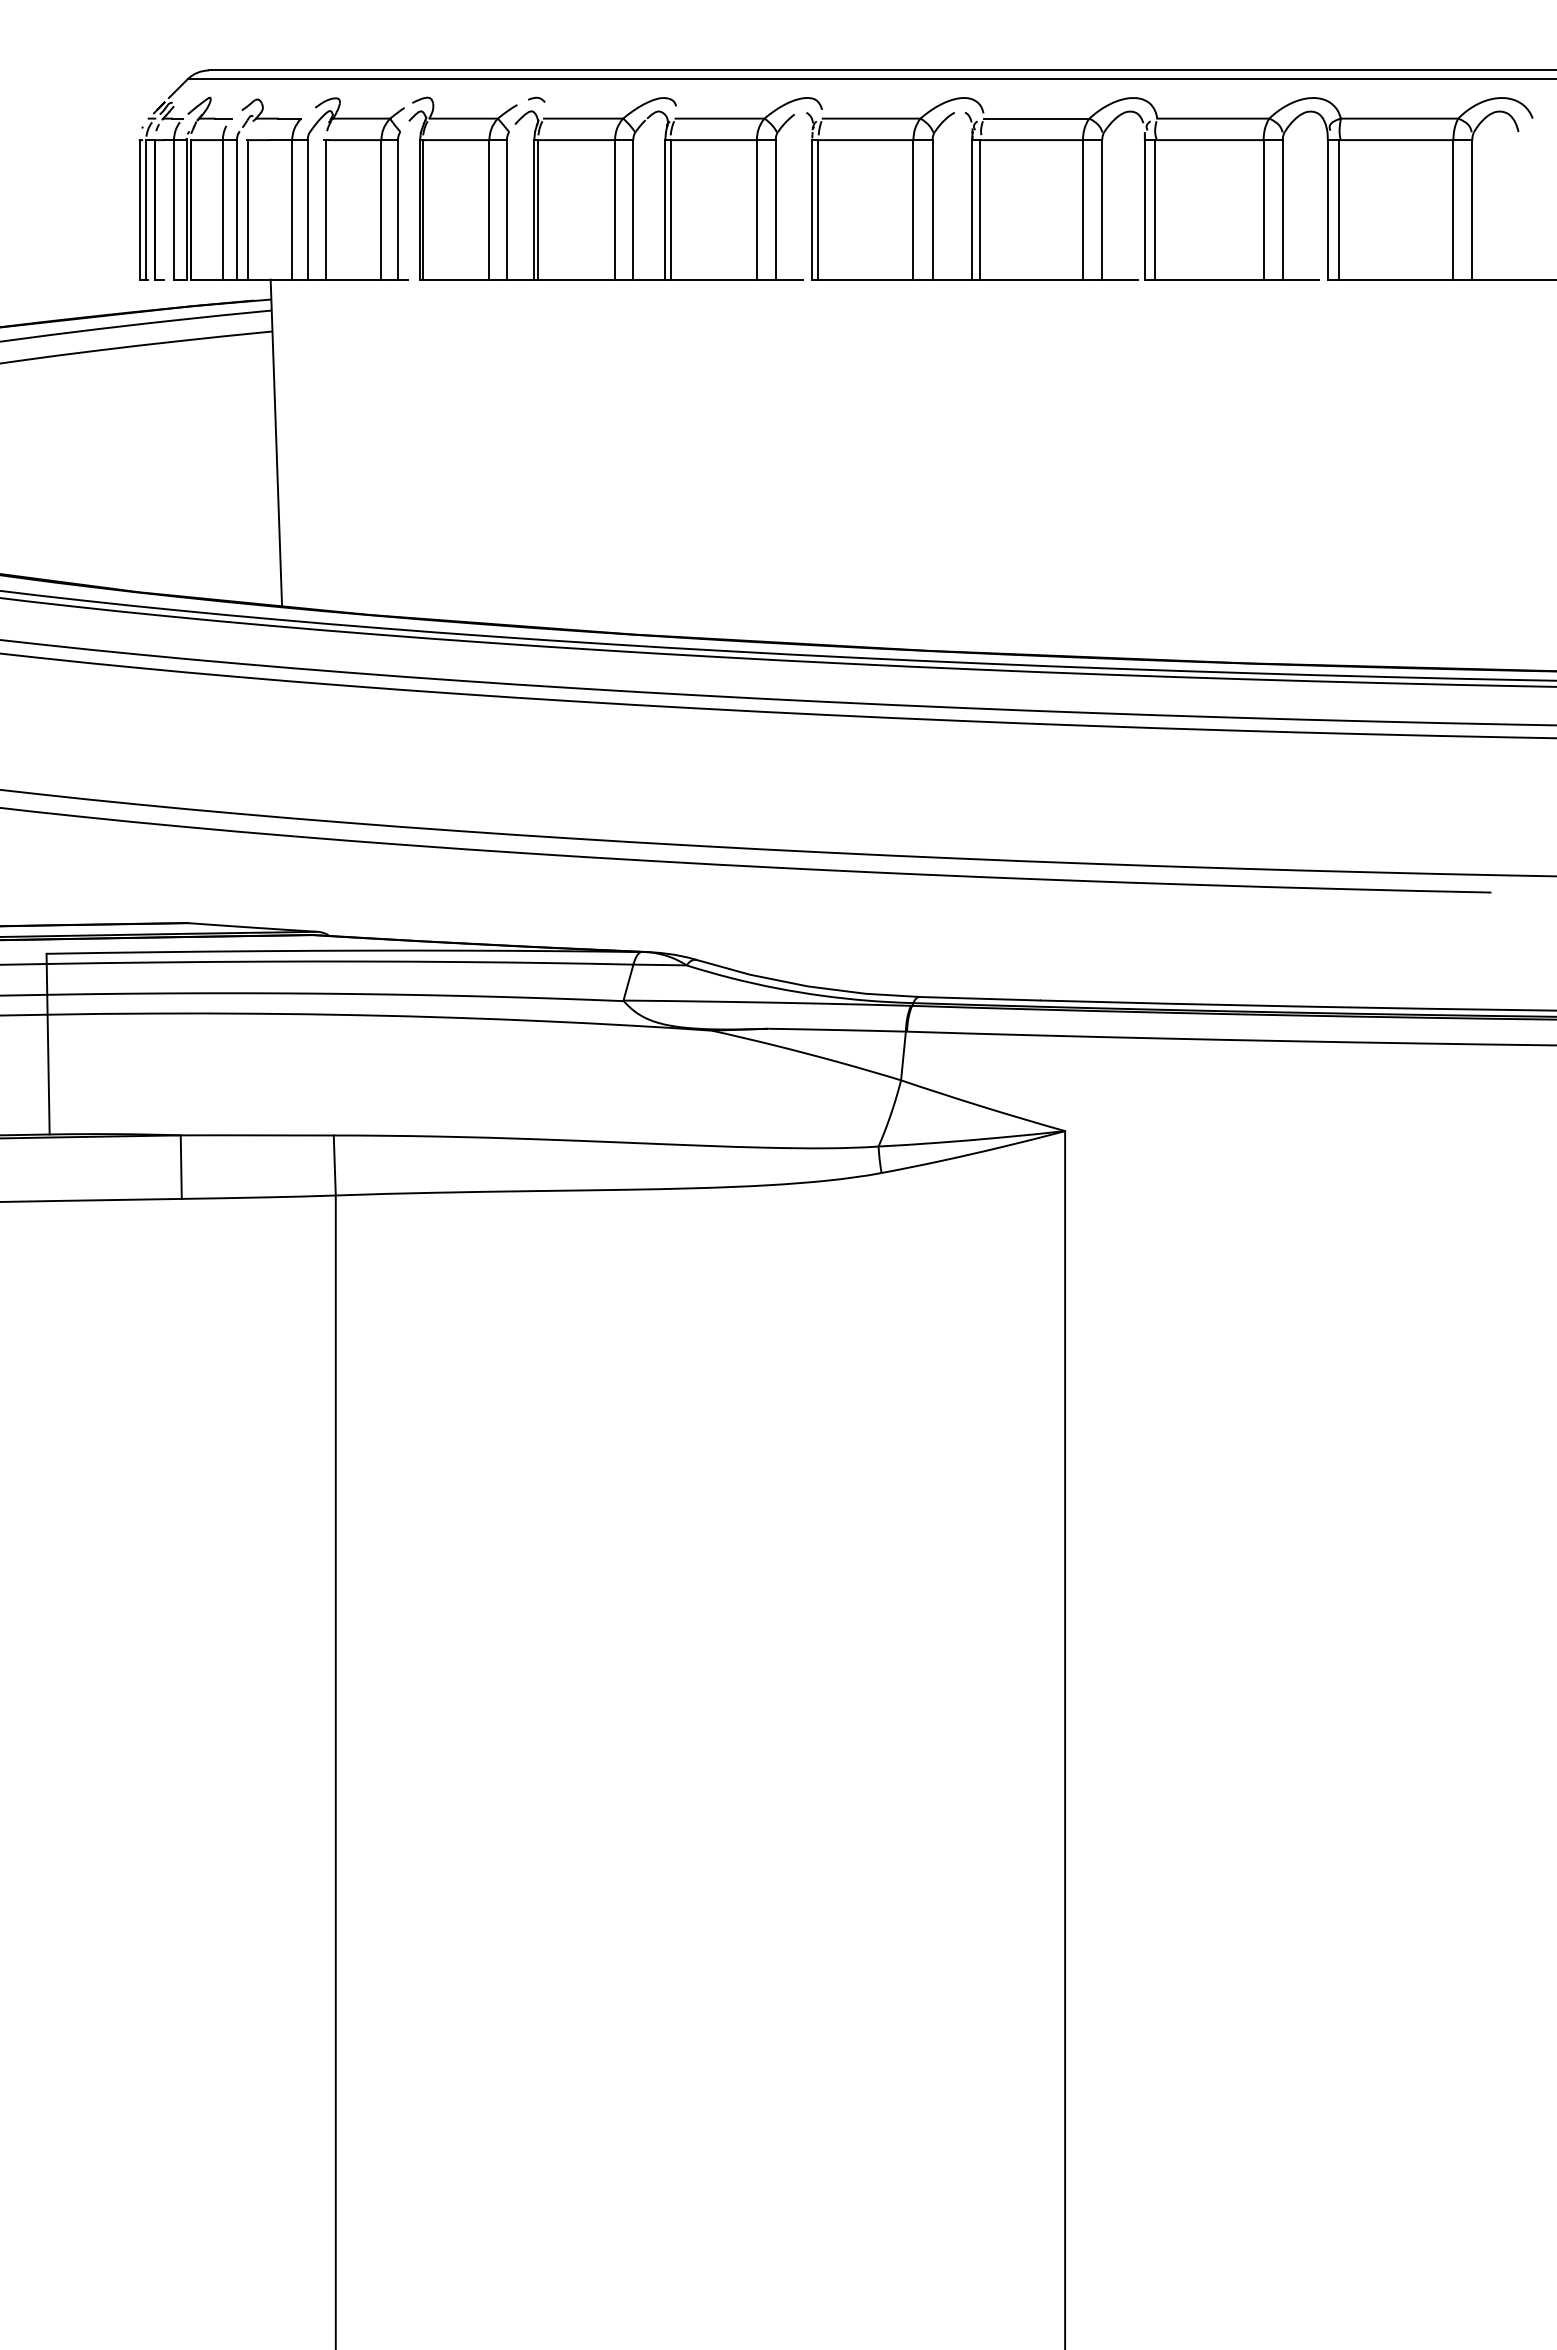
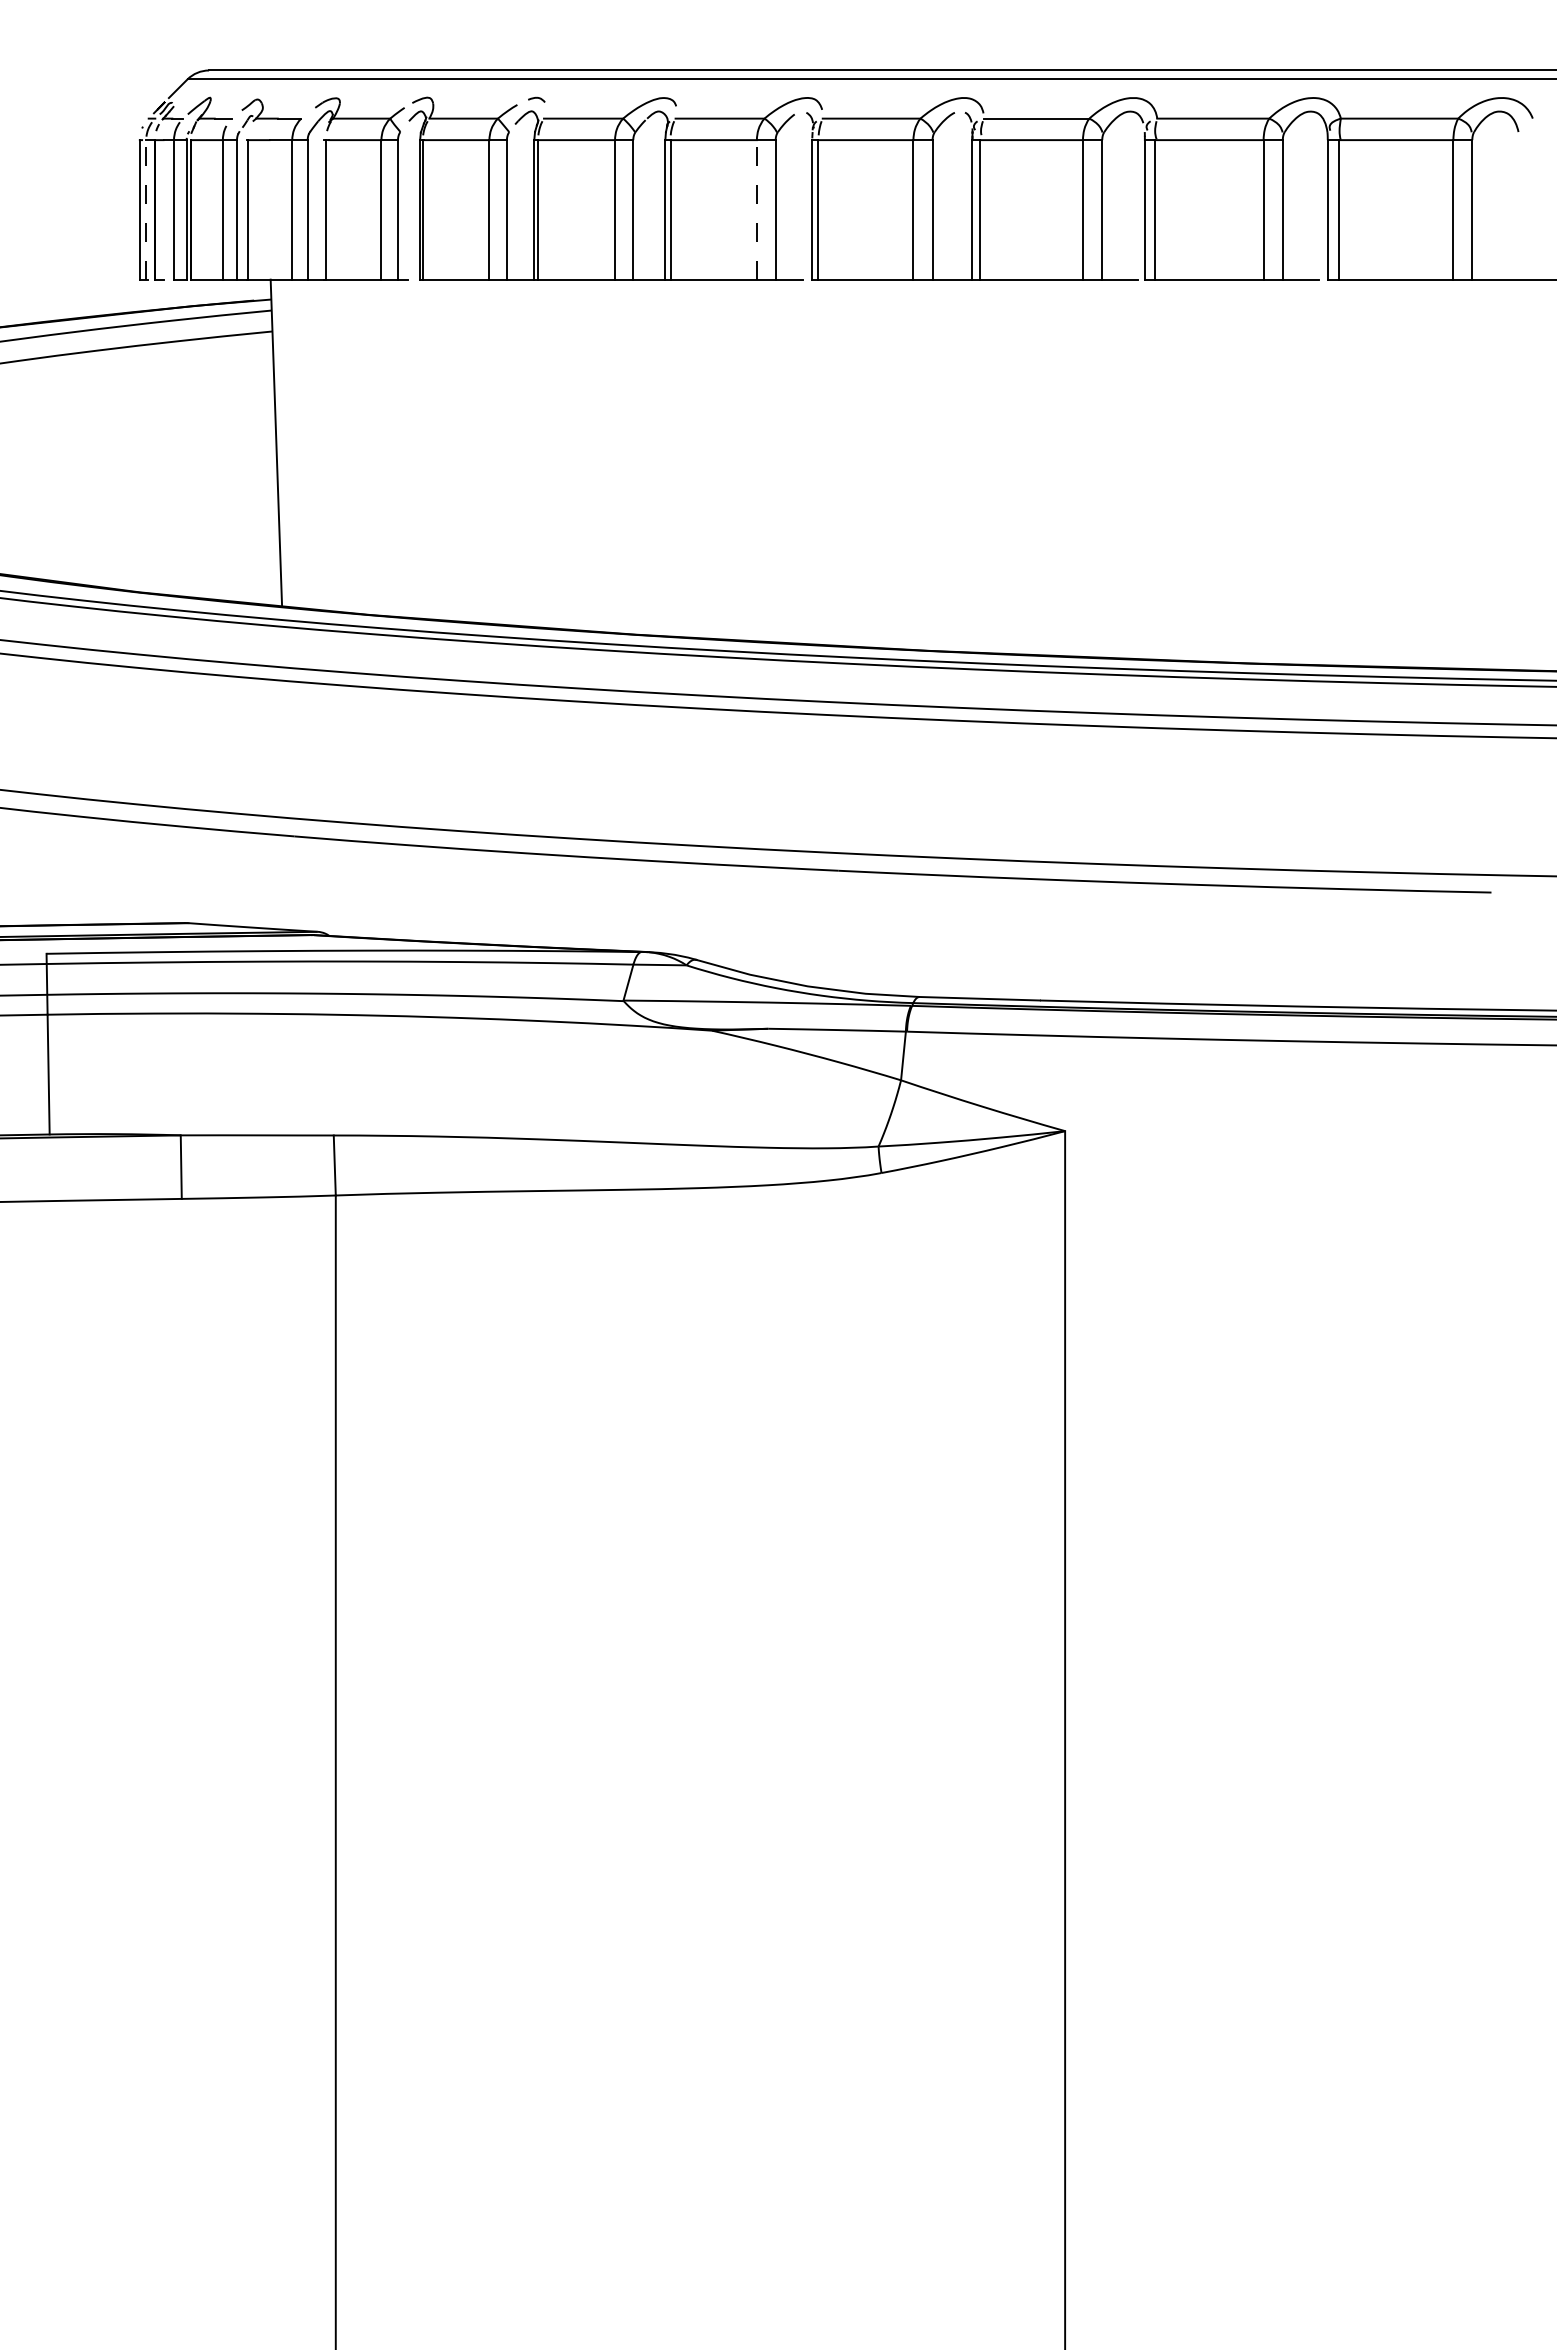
line at (146, 209): solid -> dashed
line at (756, 209): solid -> dashed
